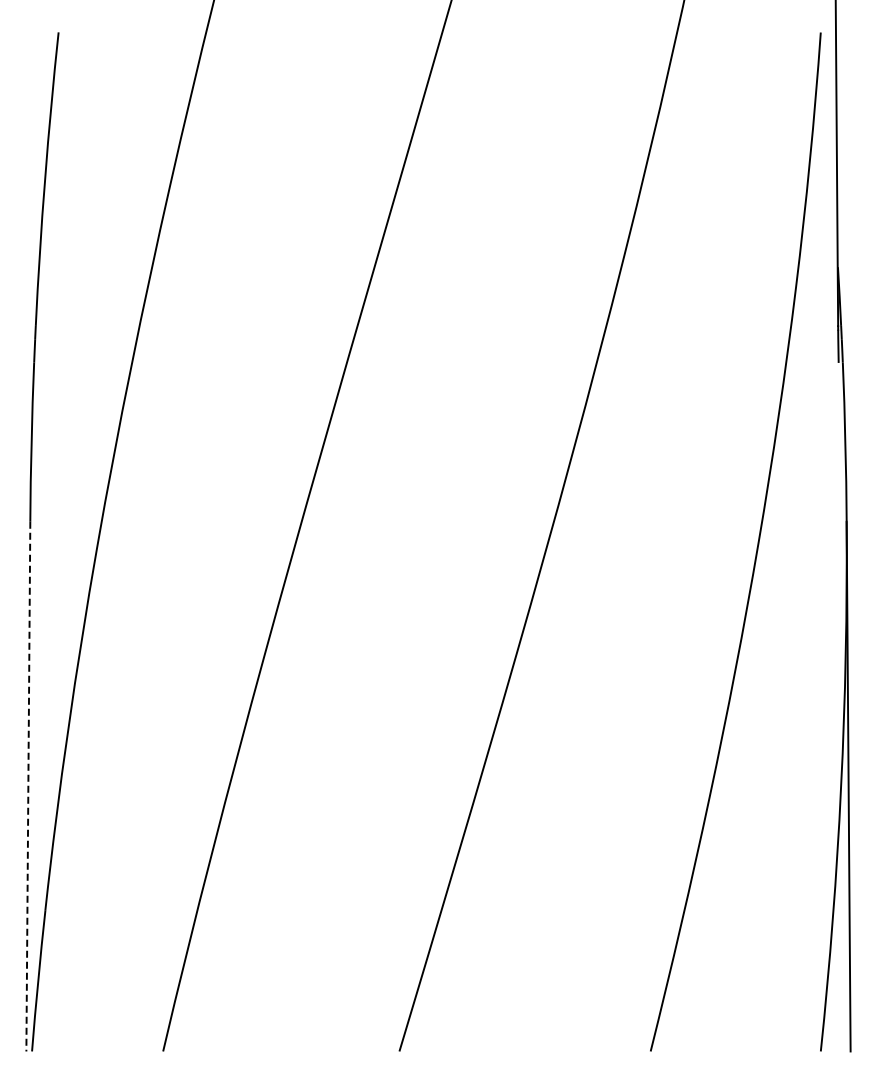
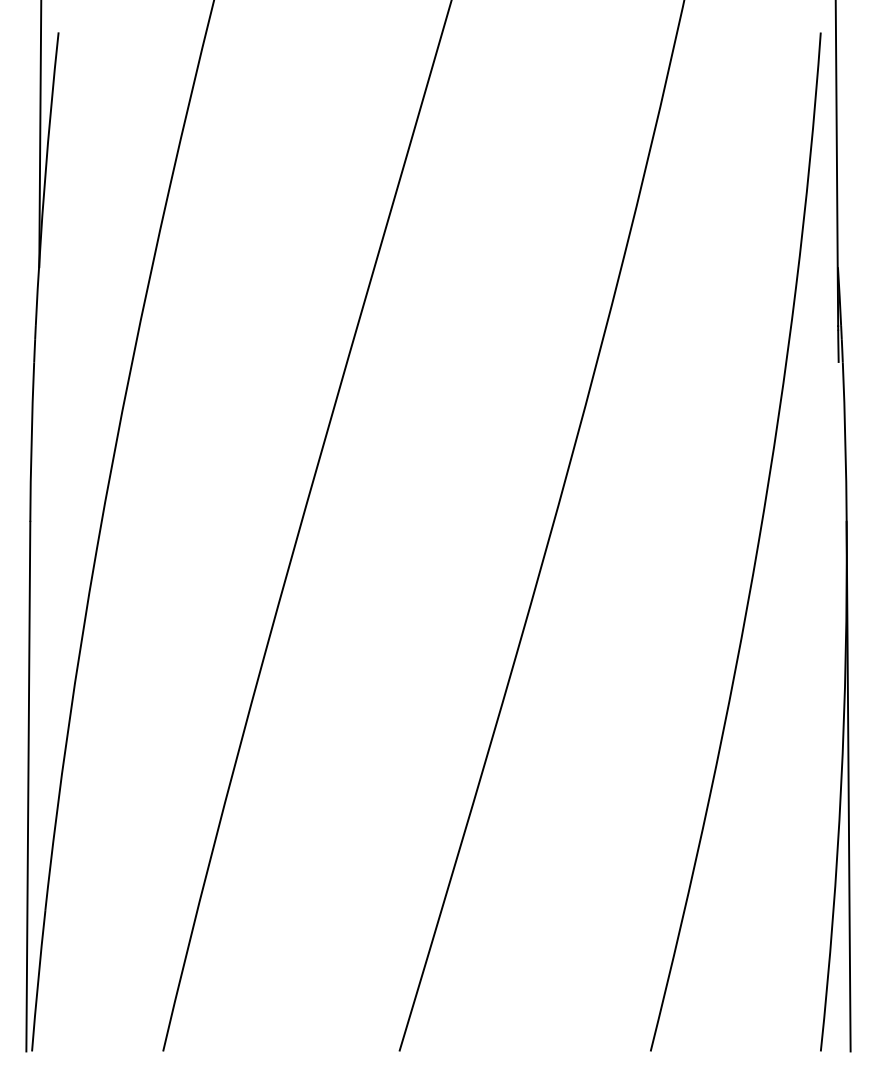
line at (40, 134): none -> present
line at (28, 786): dashed -> solid
